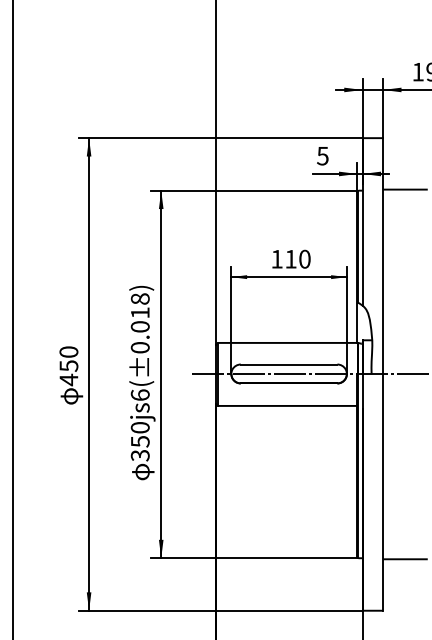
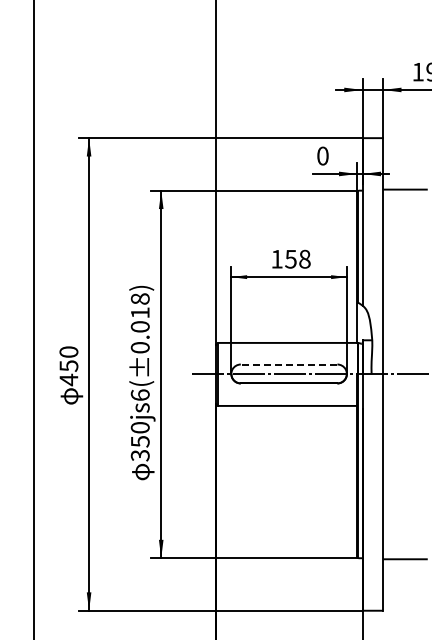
text at (322, 155): 5 -> 0
text at (297, 259): 110 -> 158
line at (12, 319) position: (12, 319) -> (33, 319)
line at (288, 364): solid -> dashed
